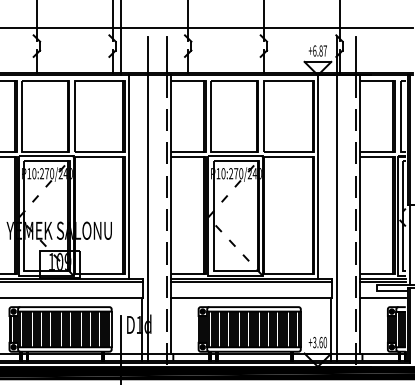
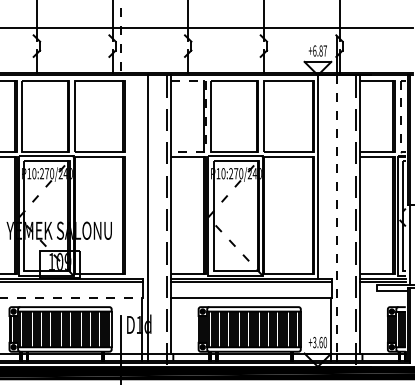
line at (121, 38): solid -> dashed
line at (148, 54): present -> none
line at (166, 54): present -> none
line at (356, 54): present -> none
line at (205, 116): solid -> dashed
line at (400, 120): solid -> dashed
line at (128, 177): present -> none
line at (337, 214): solid -> dashed
line at (72, 298): solid -> dashed
line at (382, 298): present -> none
